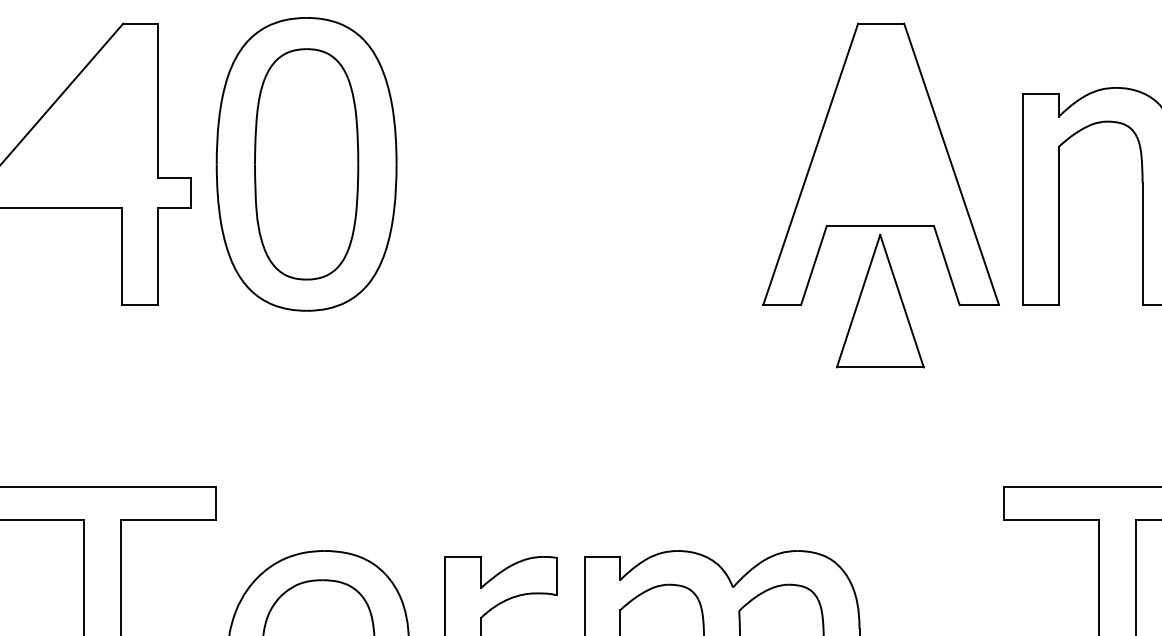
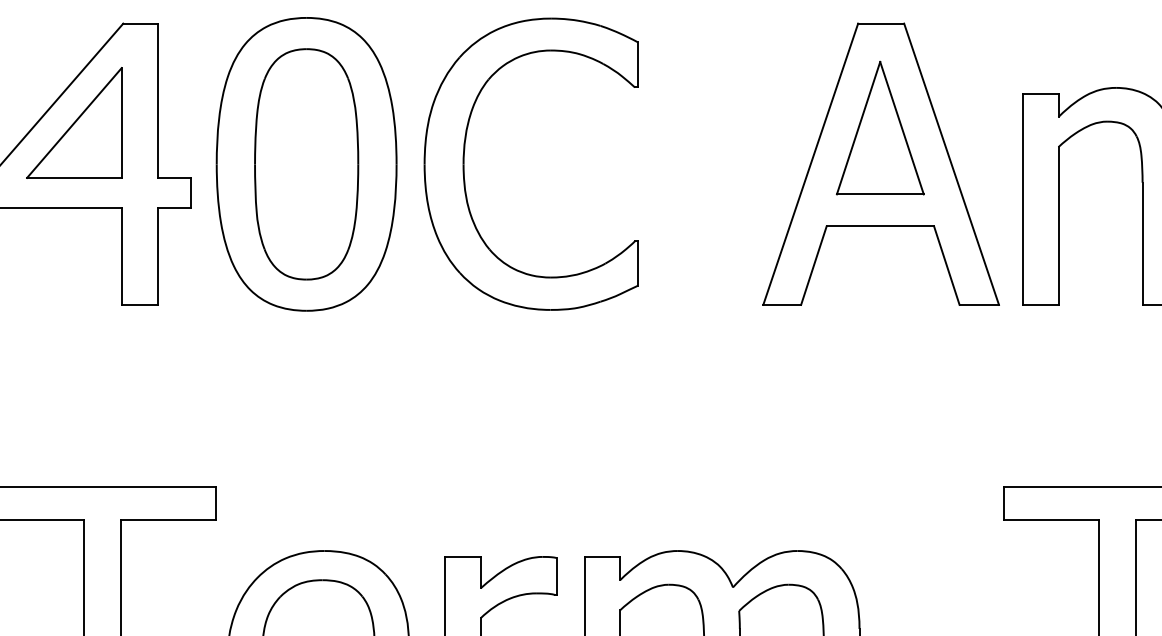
part at (74, 122): none -> present
part at (464, 163): none -> present
part at (880, 300) position: (880, 300) -> (880, 127)
